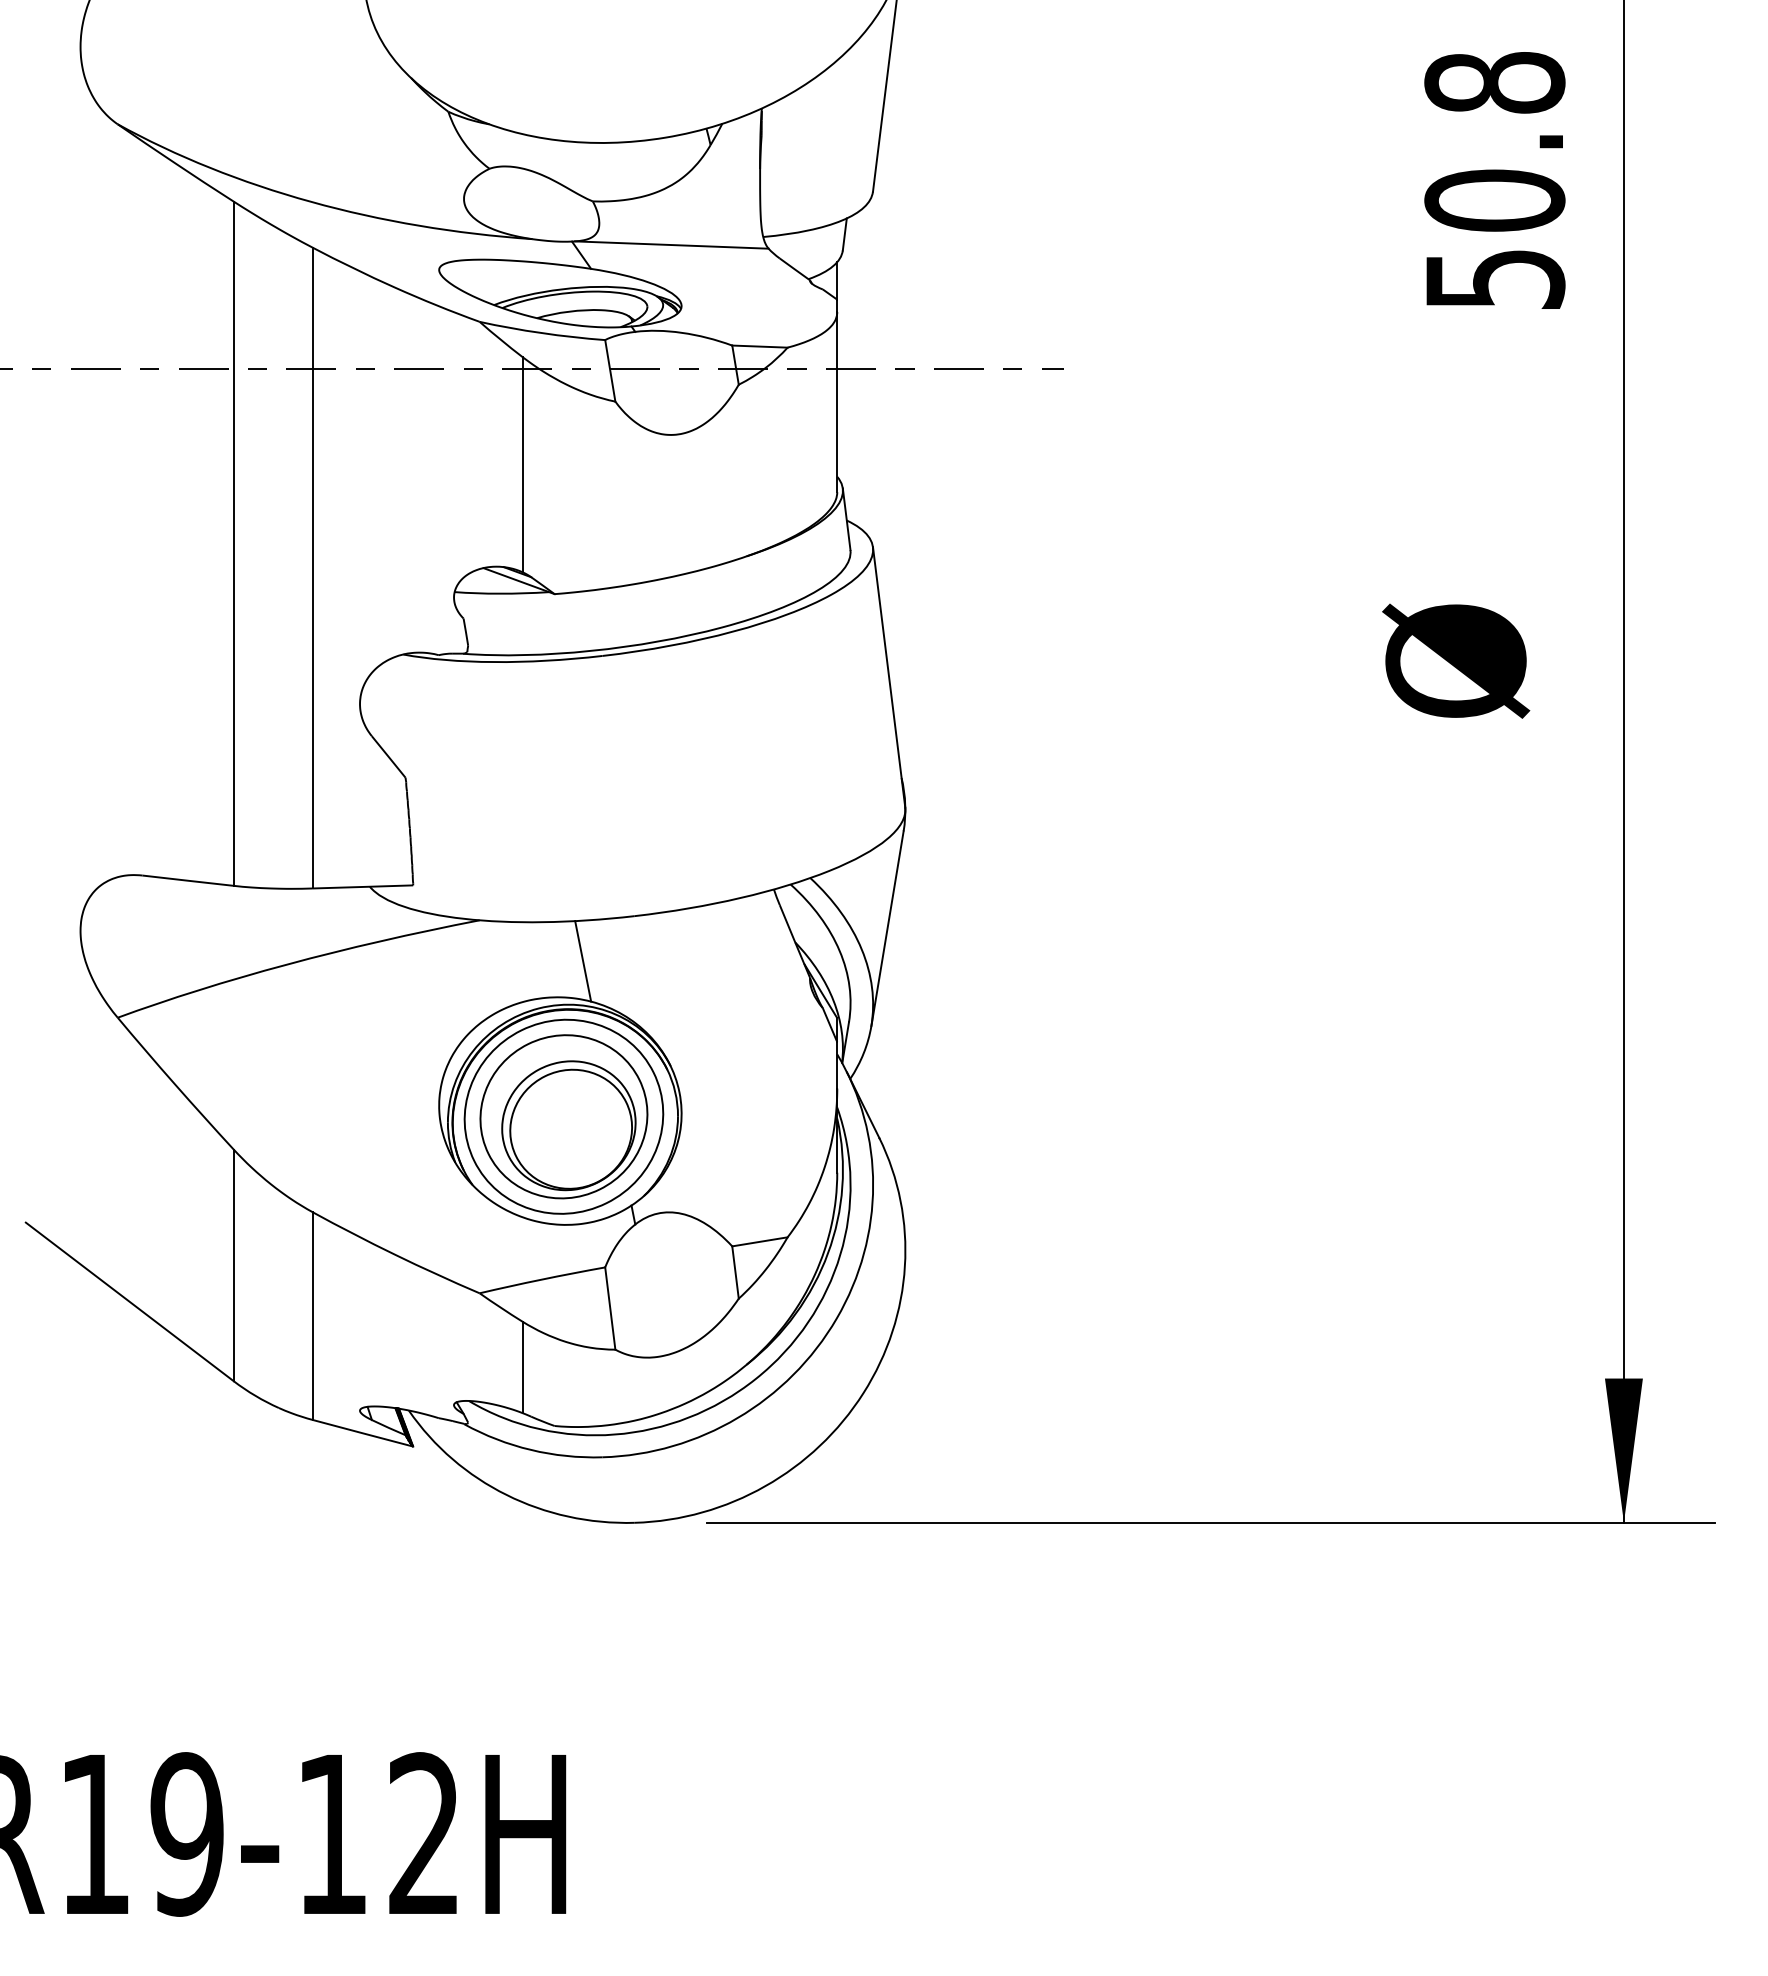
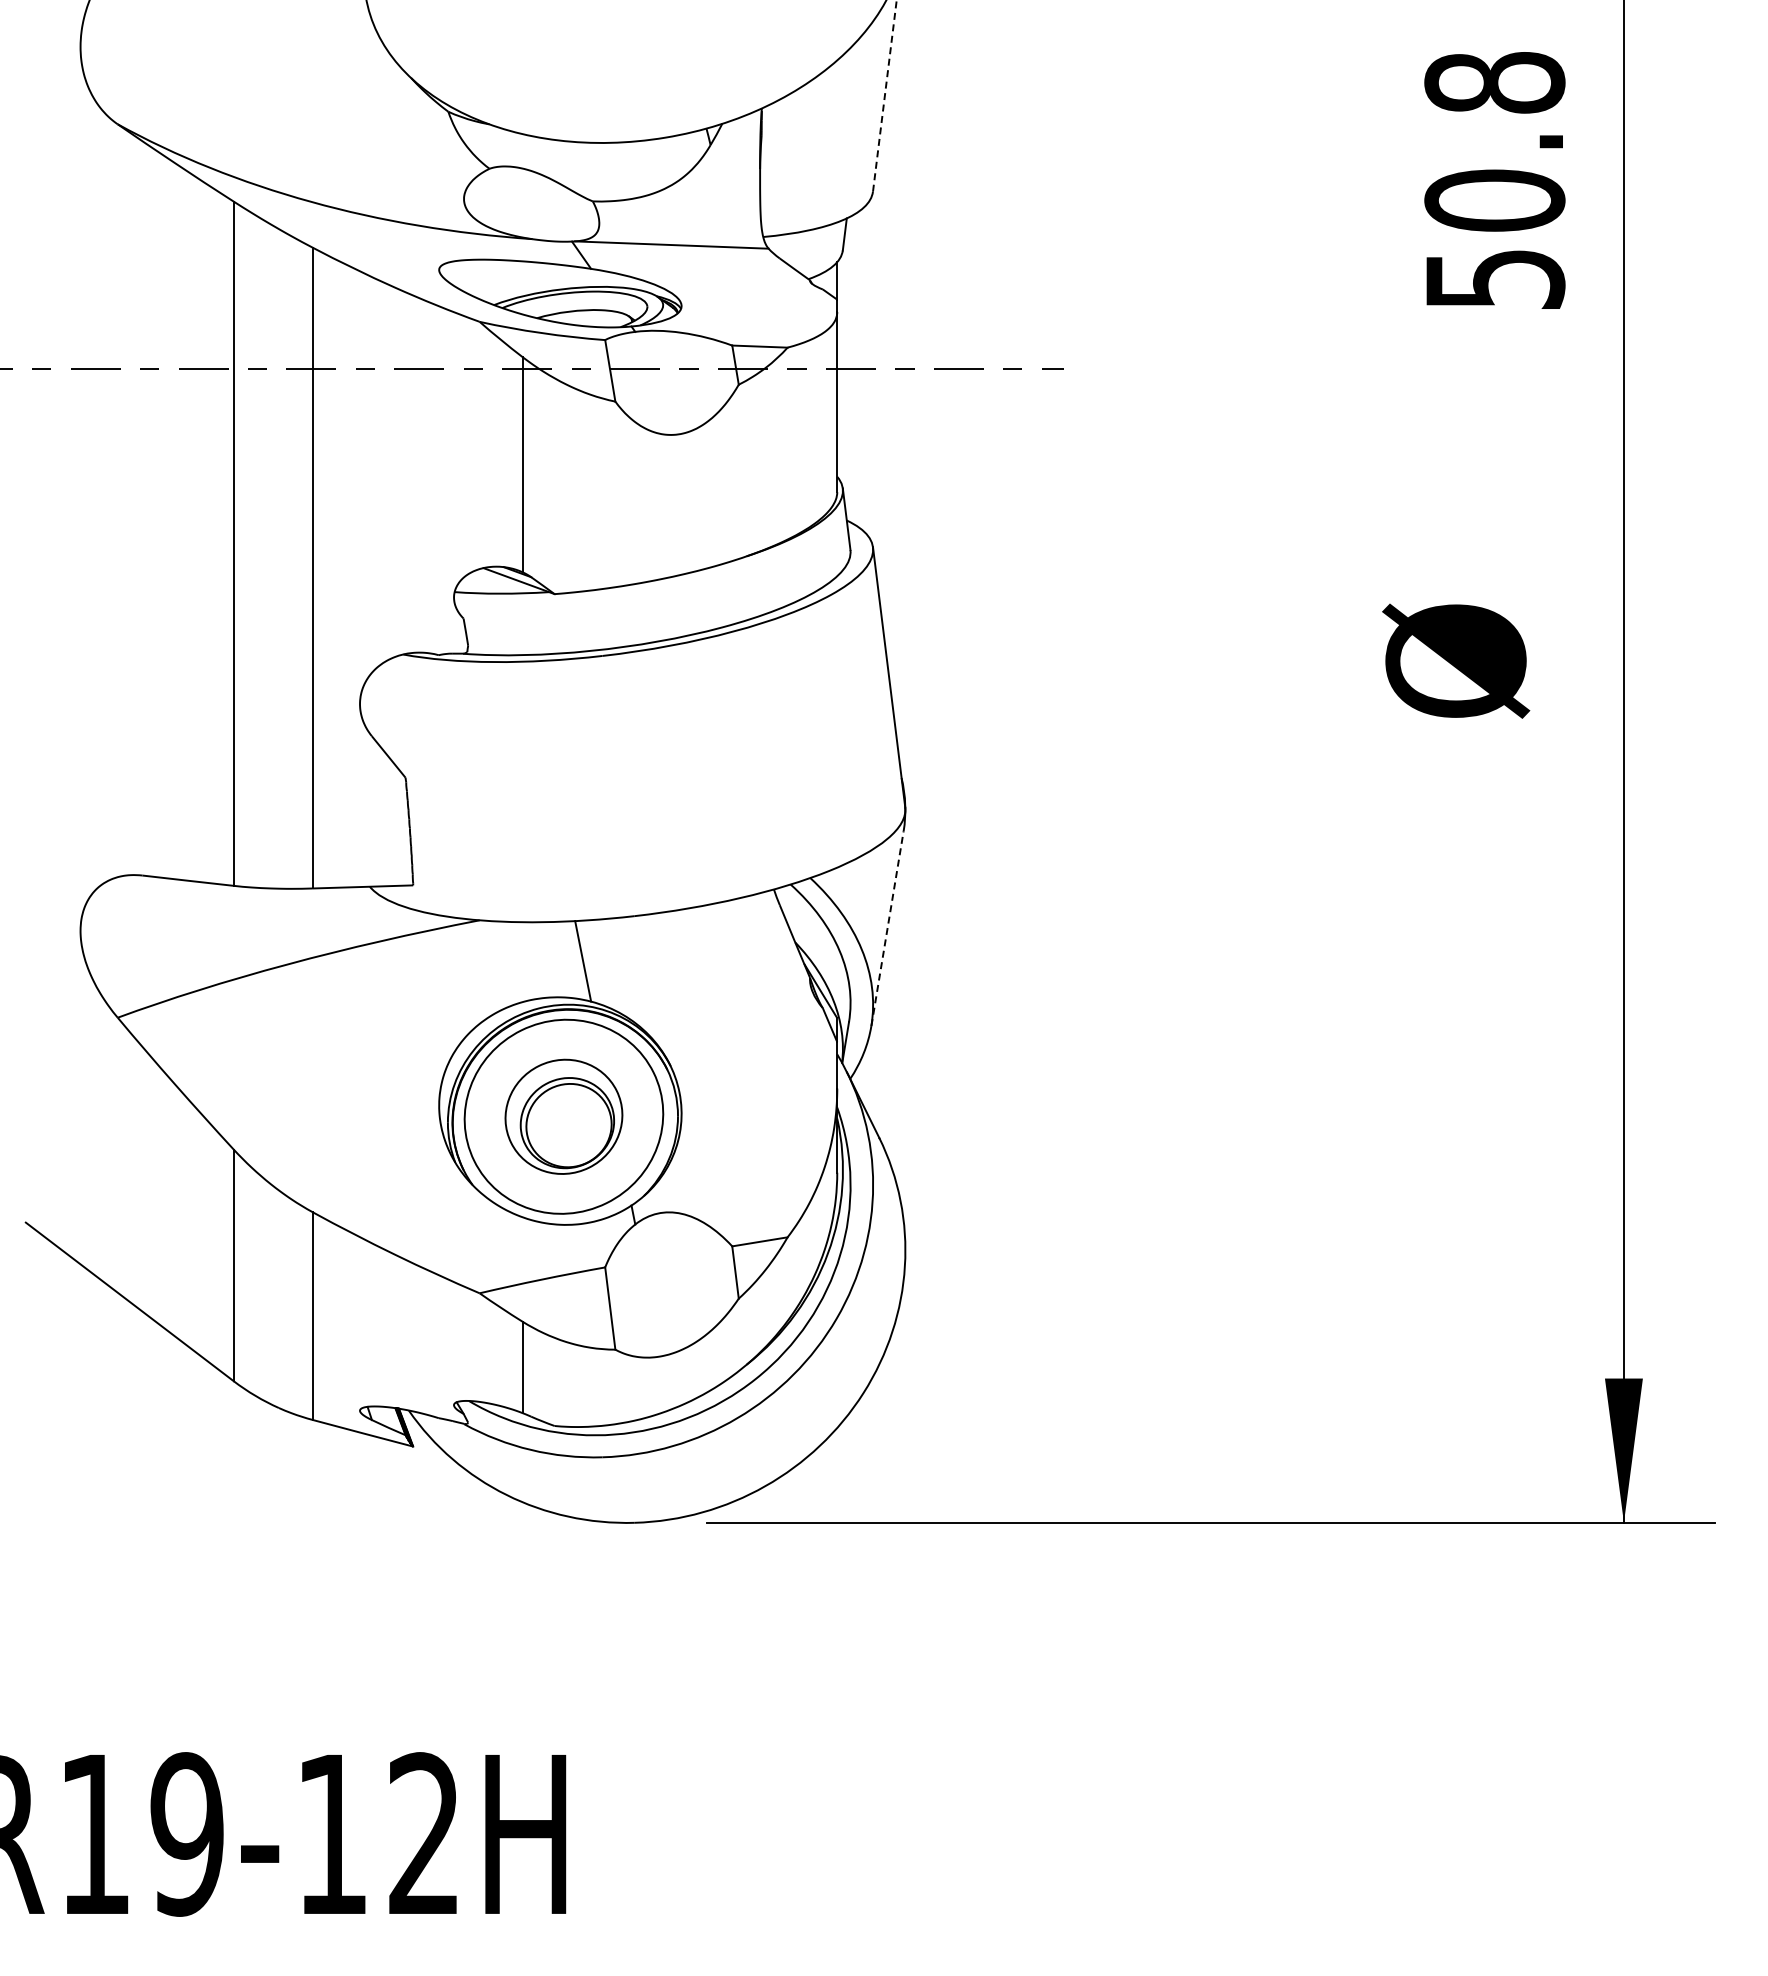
line at (884, 95): solid -> dashed
line at (887, 928): solid -> dashed
part at (563, 1116) size: 170x166 px -> 120x117 px
